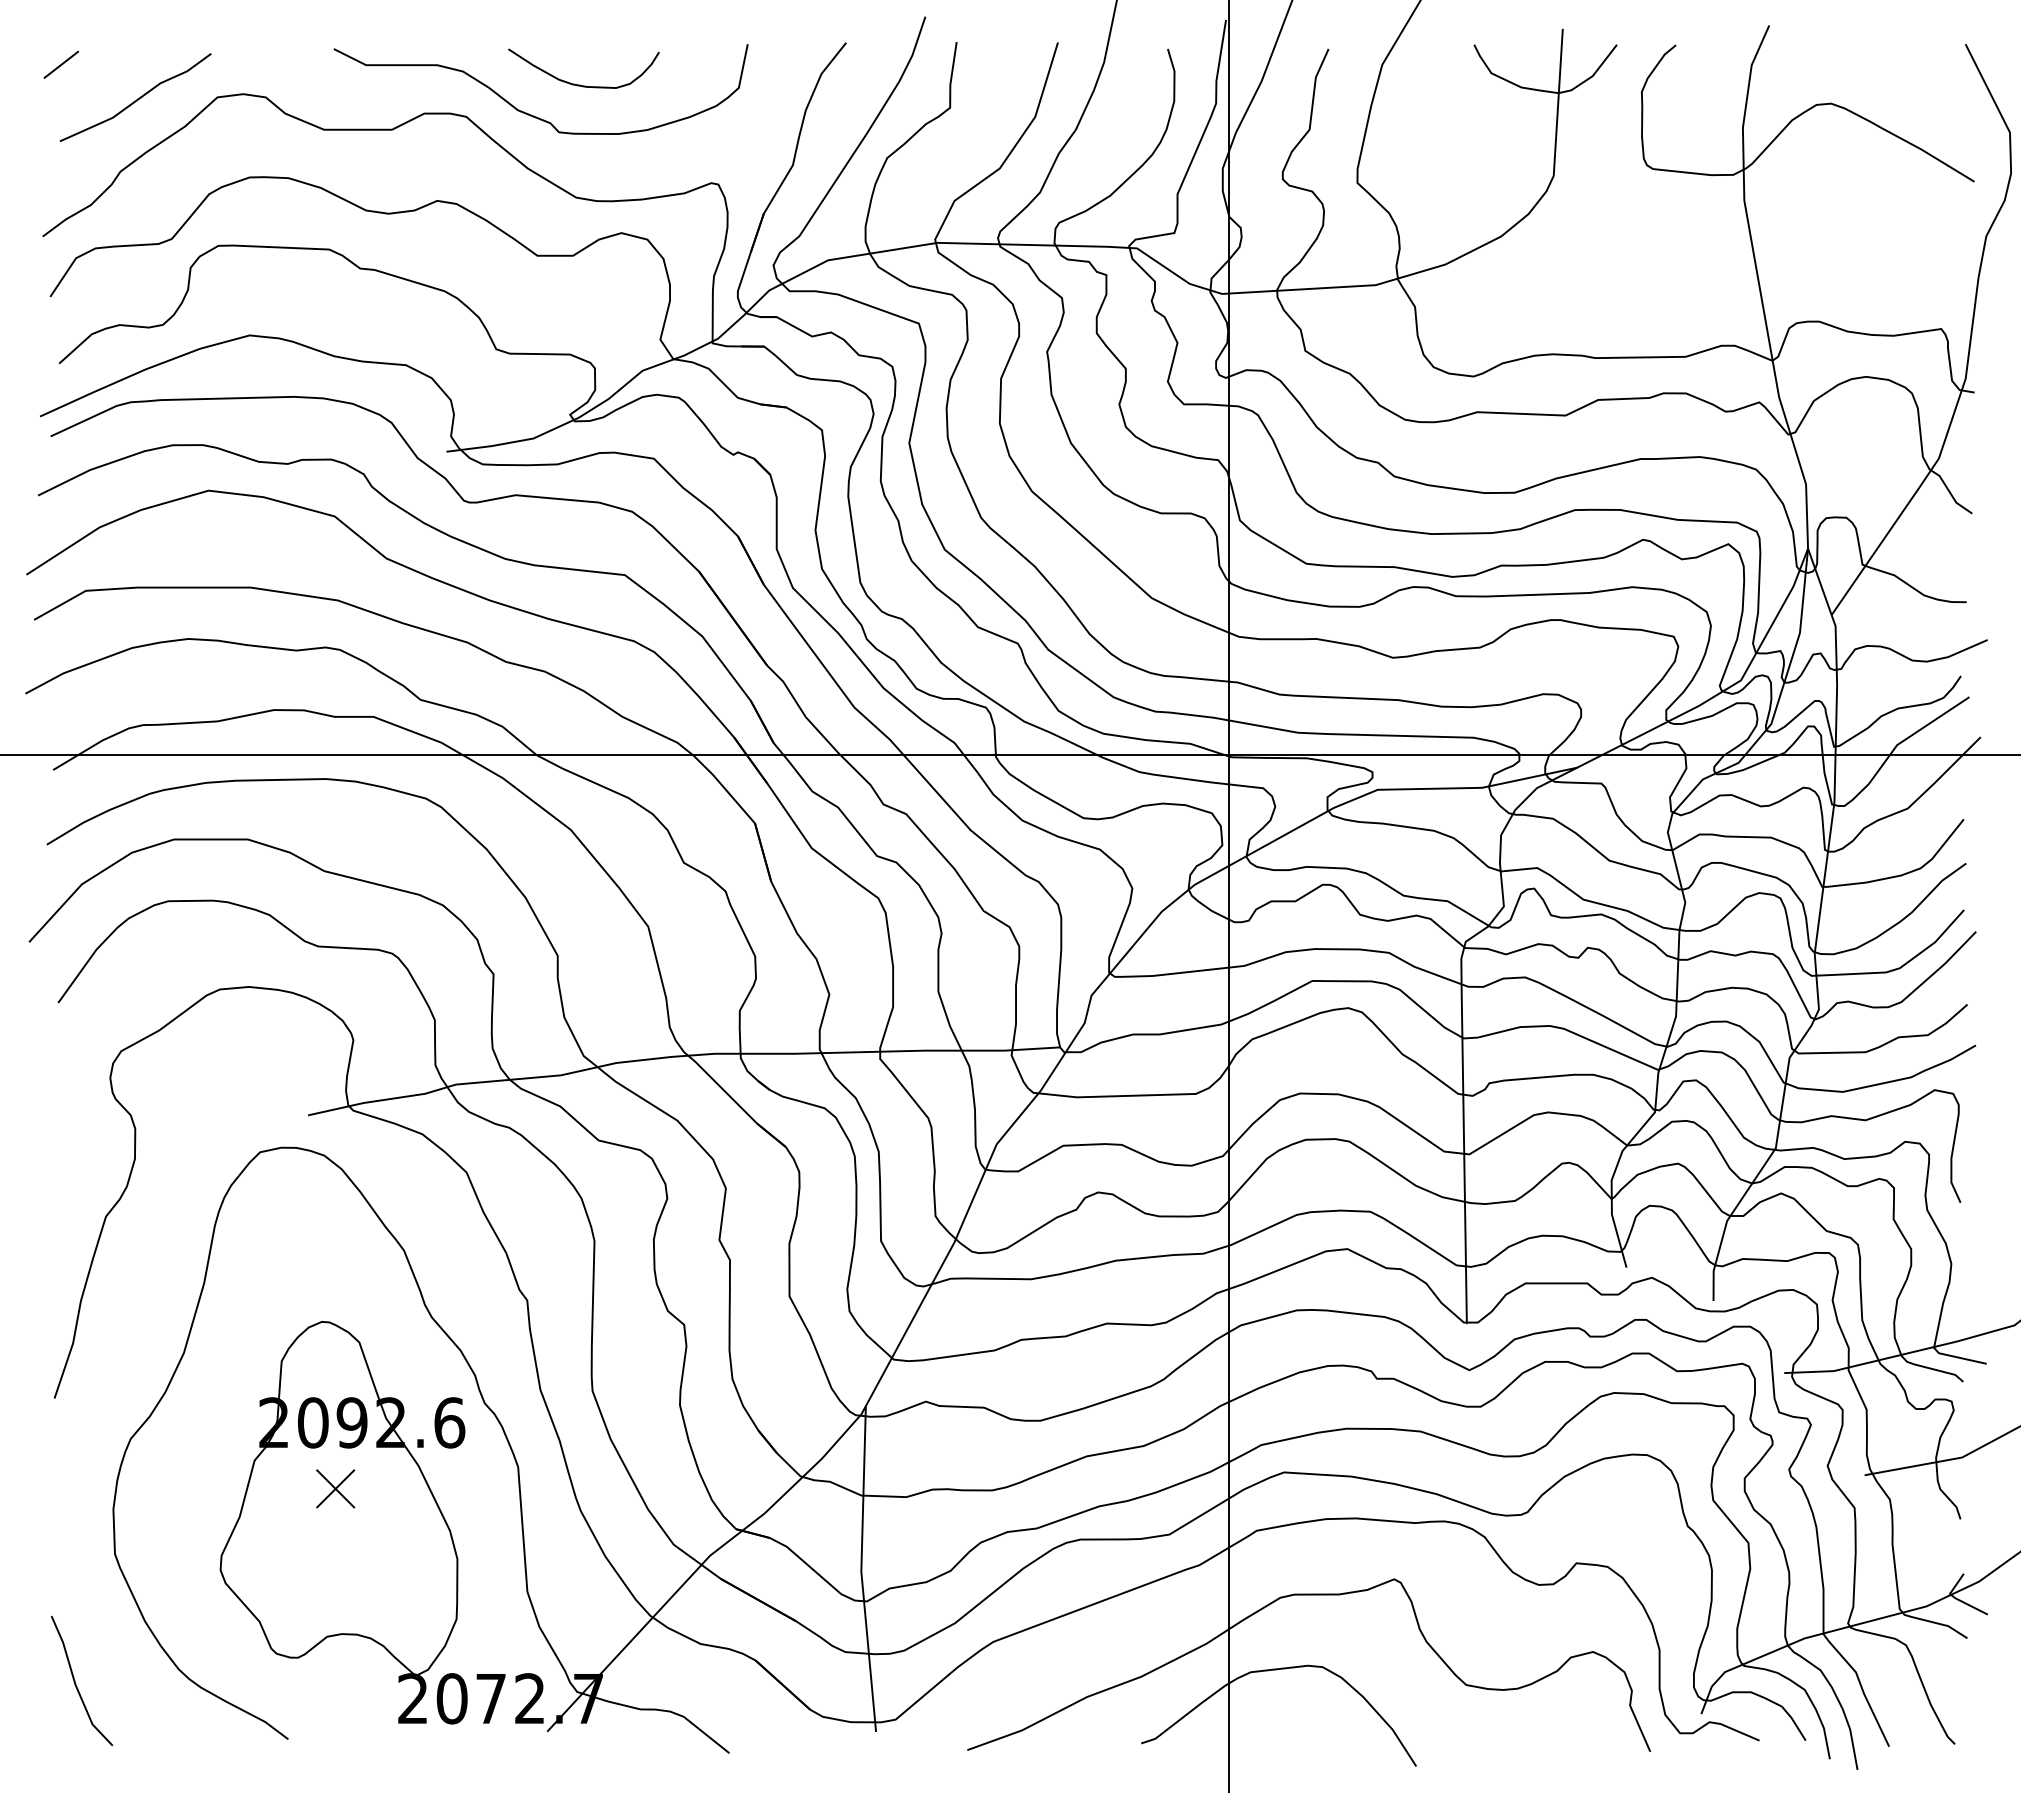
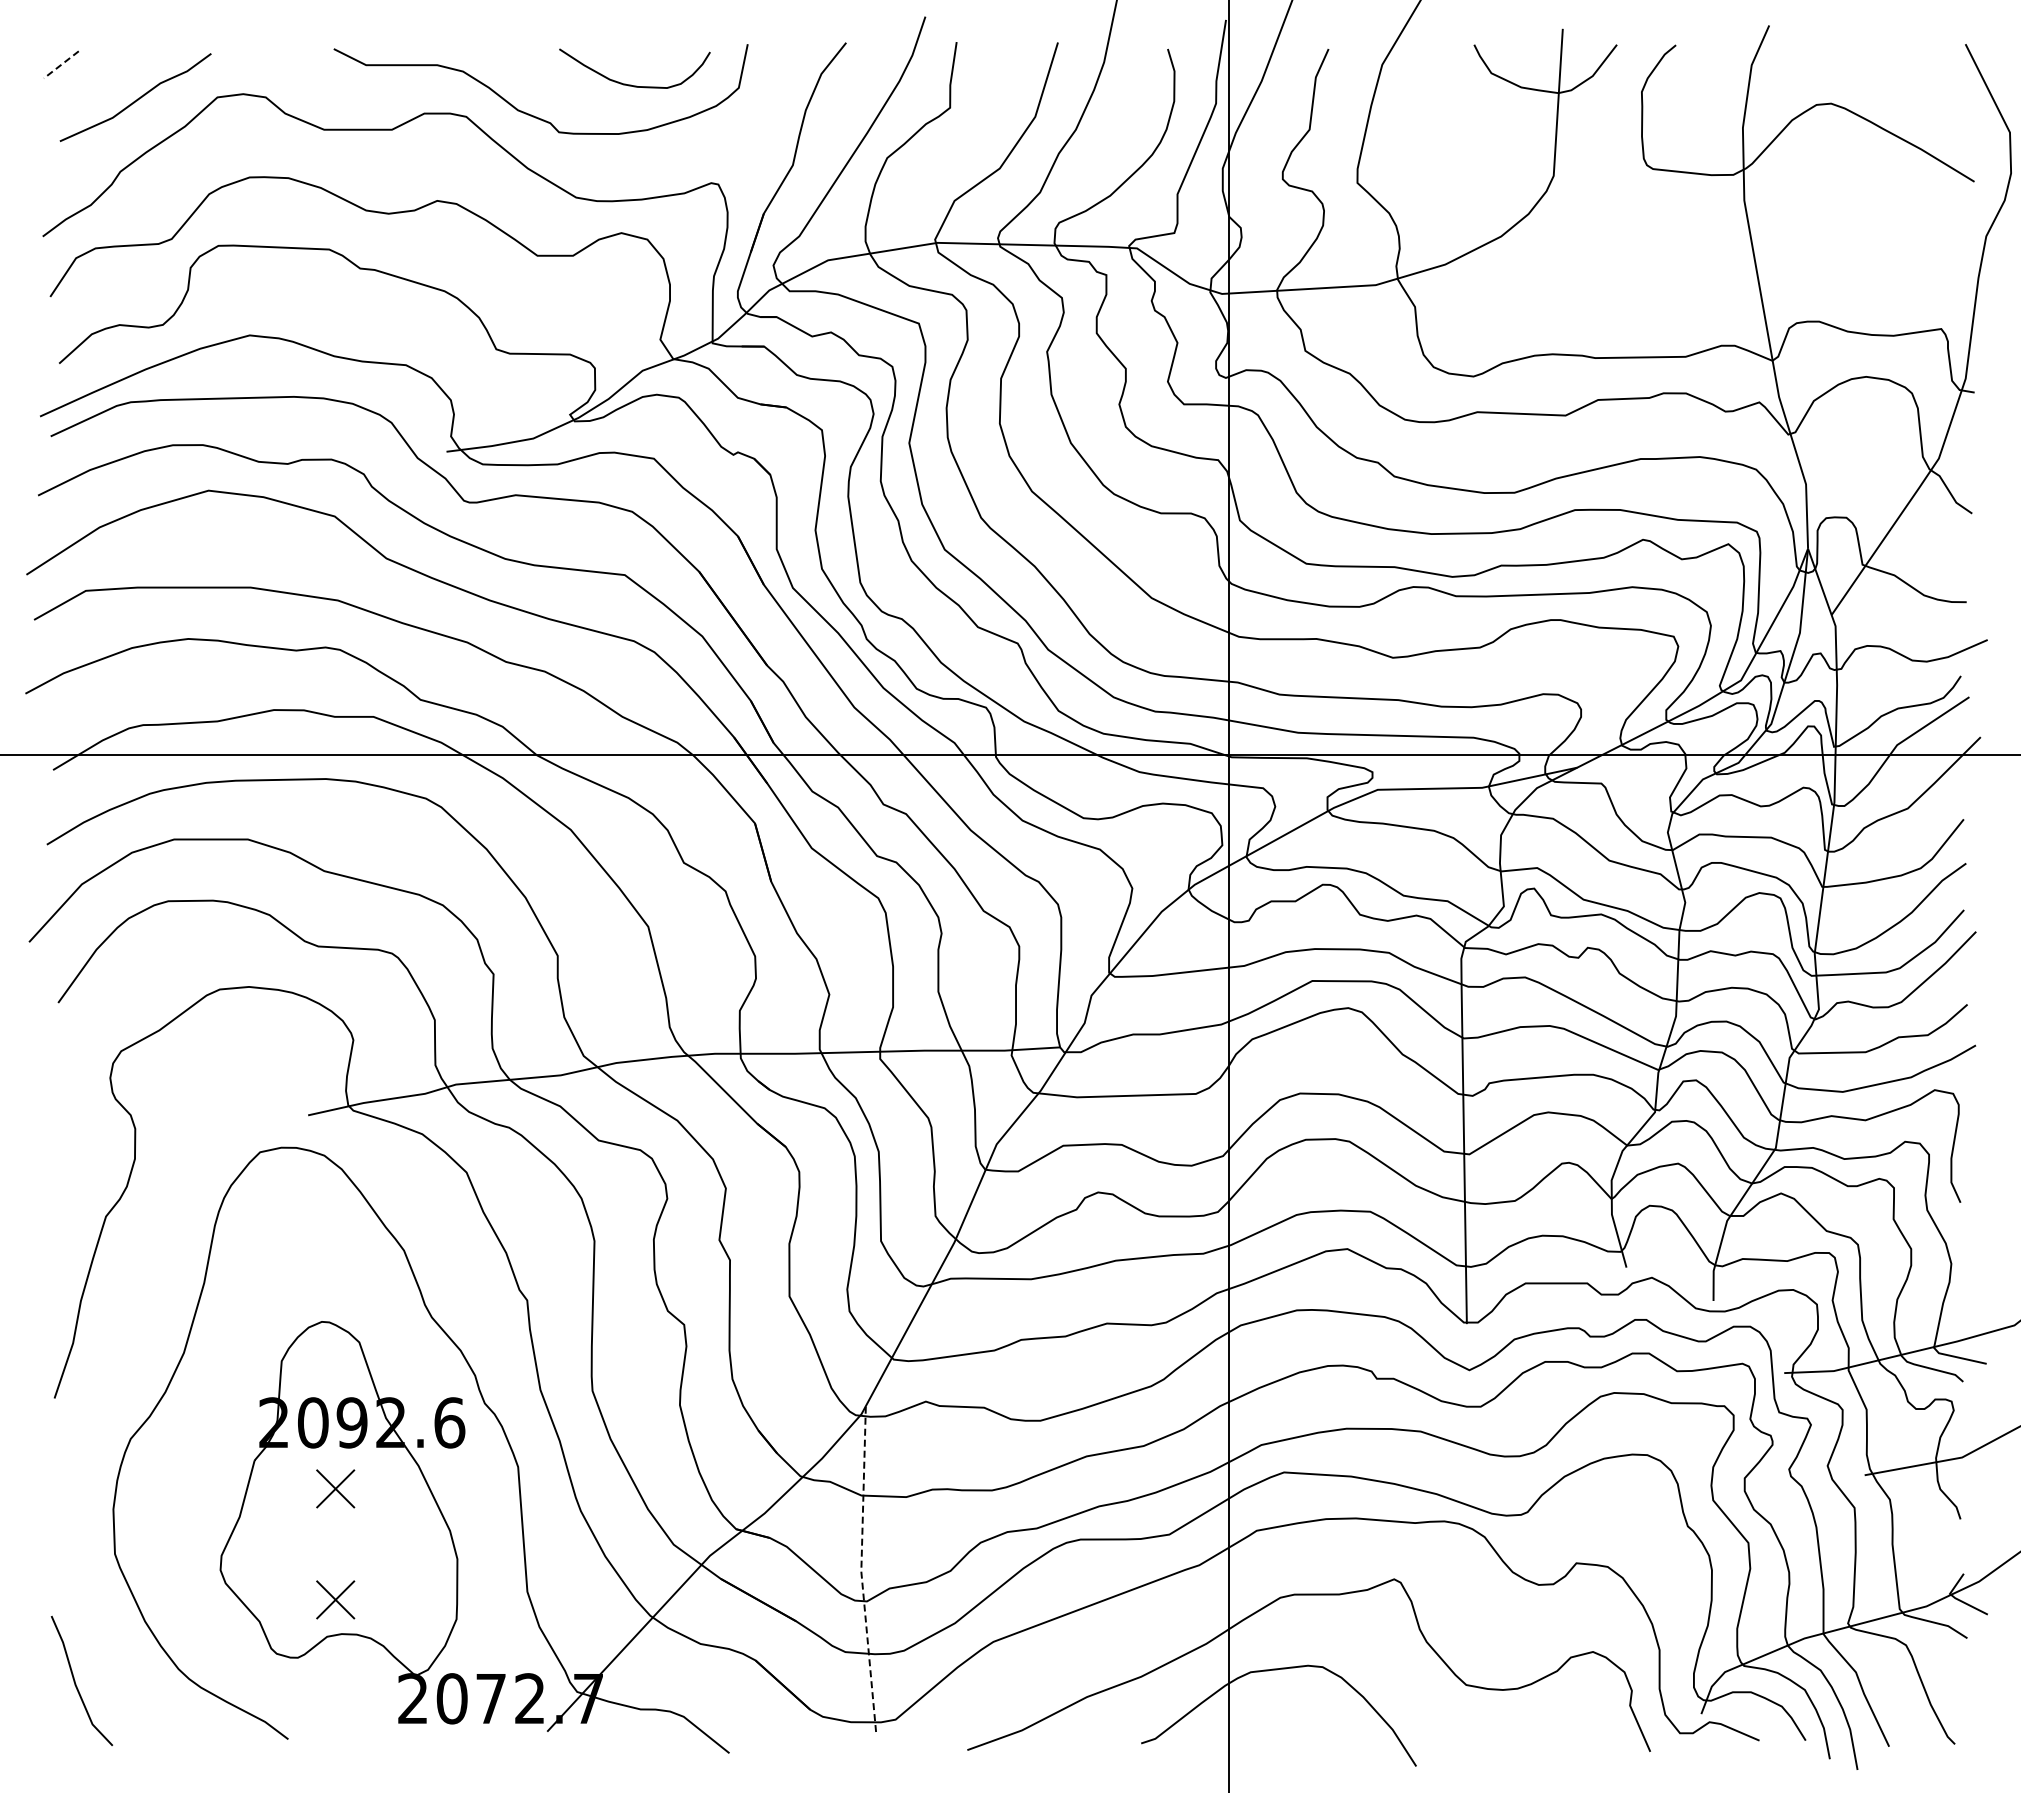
line at (60, 65): solid -> dashed
curve at (580, 84) position: (580, 84) -> (631, 84)
line at (861, 1569): solid -> dashed
part at (335, 1599): none -> present
